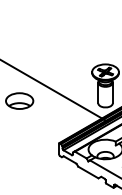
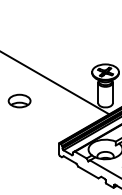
line at (53, 90) position: (53, 90) -> (55, 83)
part at (19, 100) size: 30x18 px -> 25x16 px
